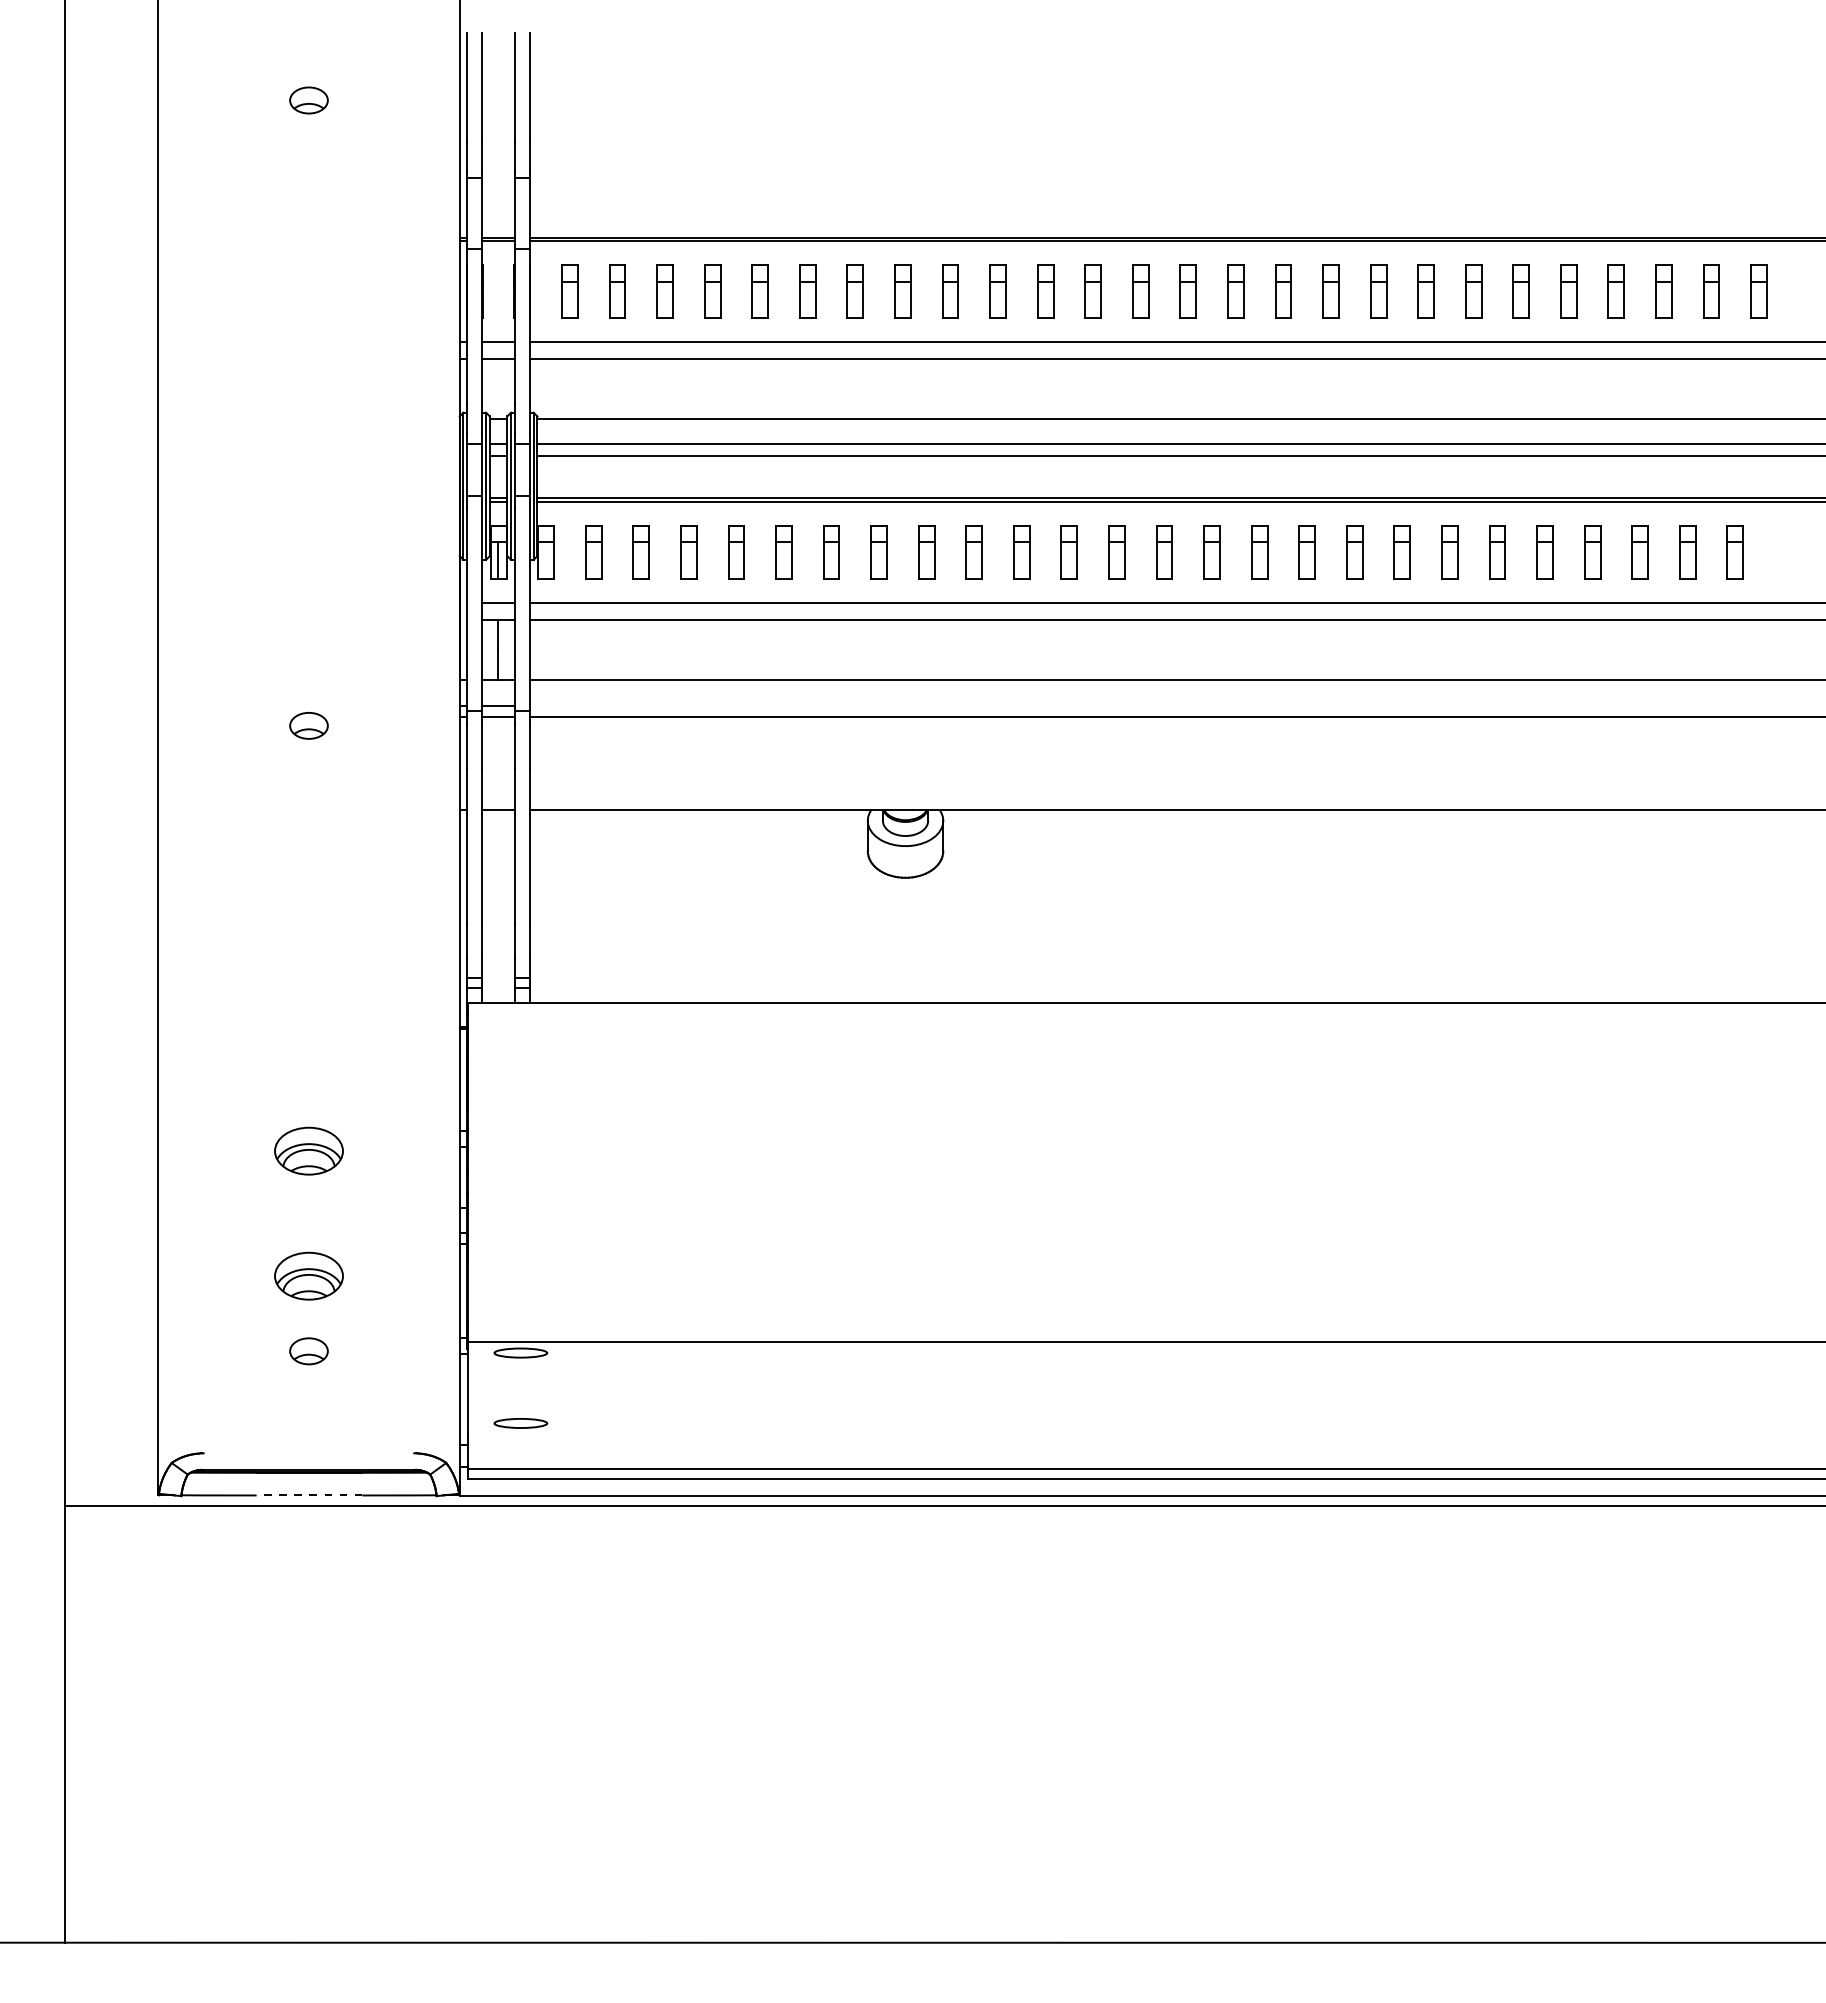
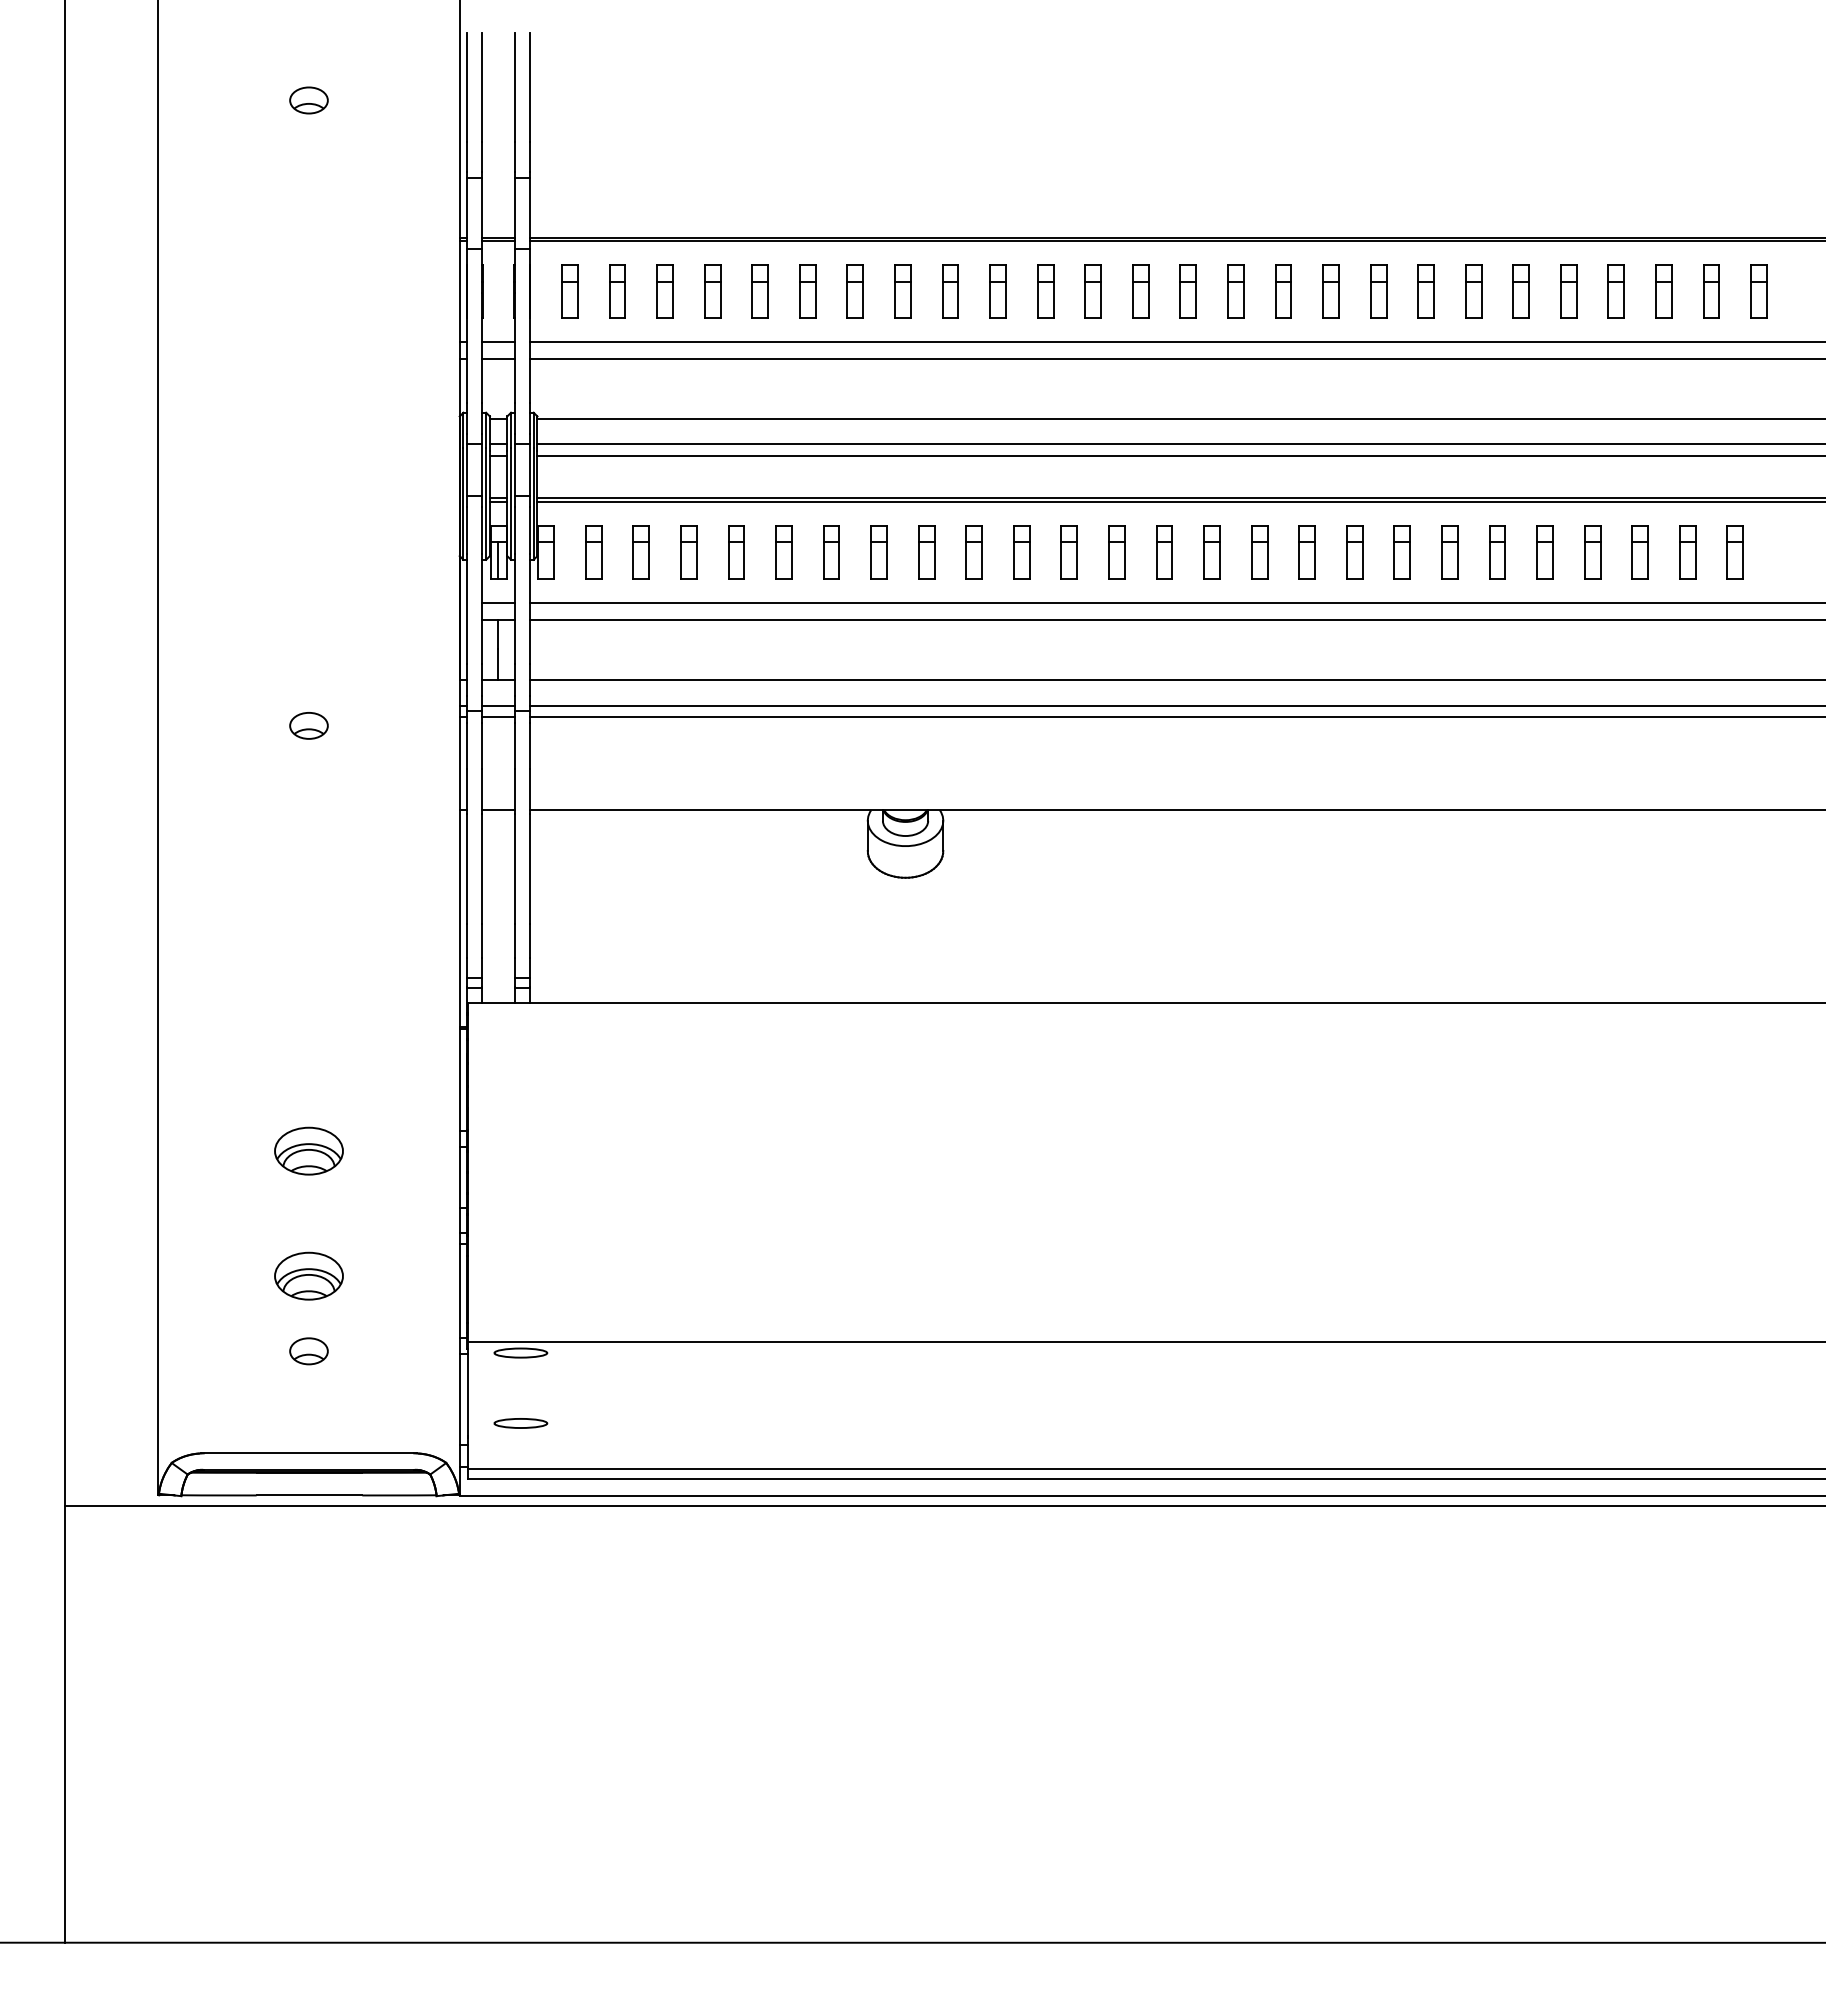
line at (1175, 705): none -> present
line at (308, 1453): none -> present
line at (309, 1495): dashed -> solid
